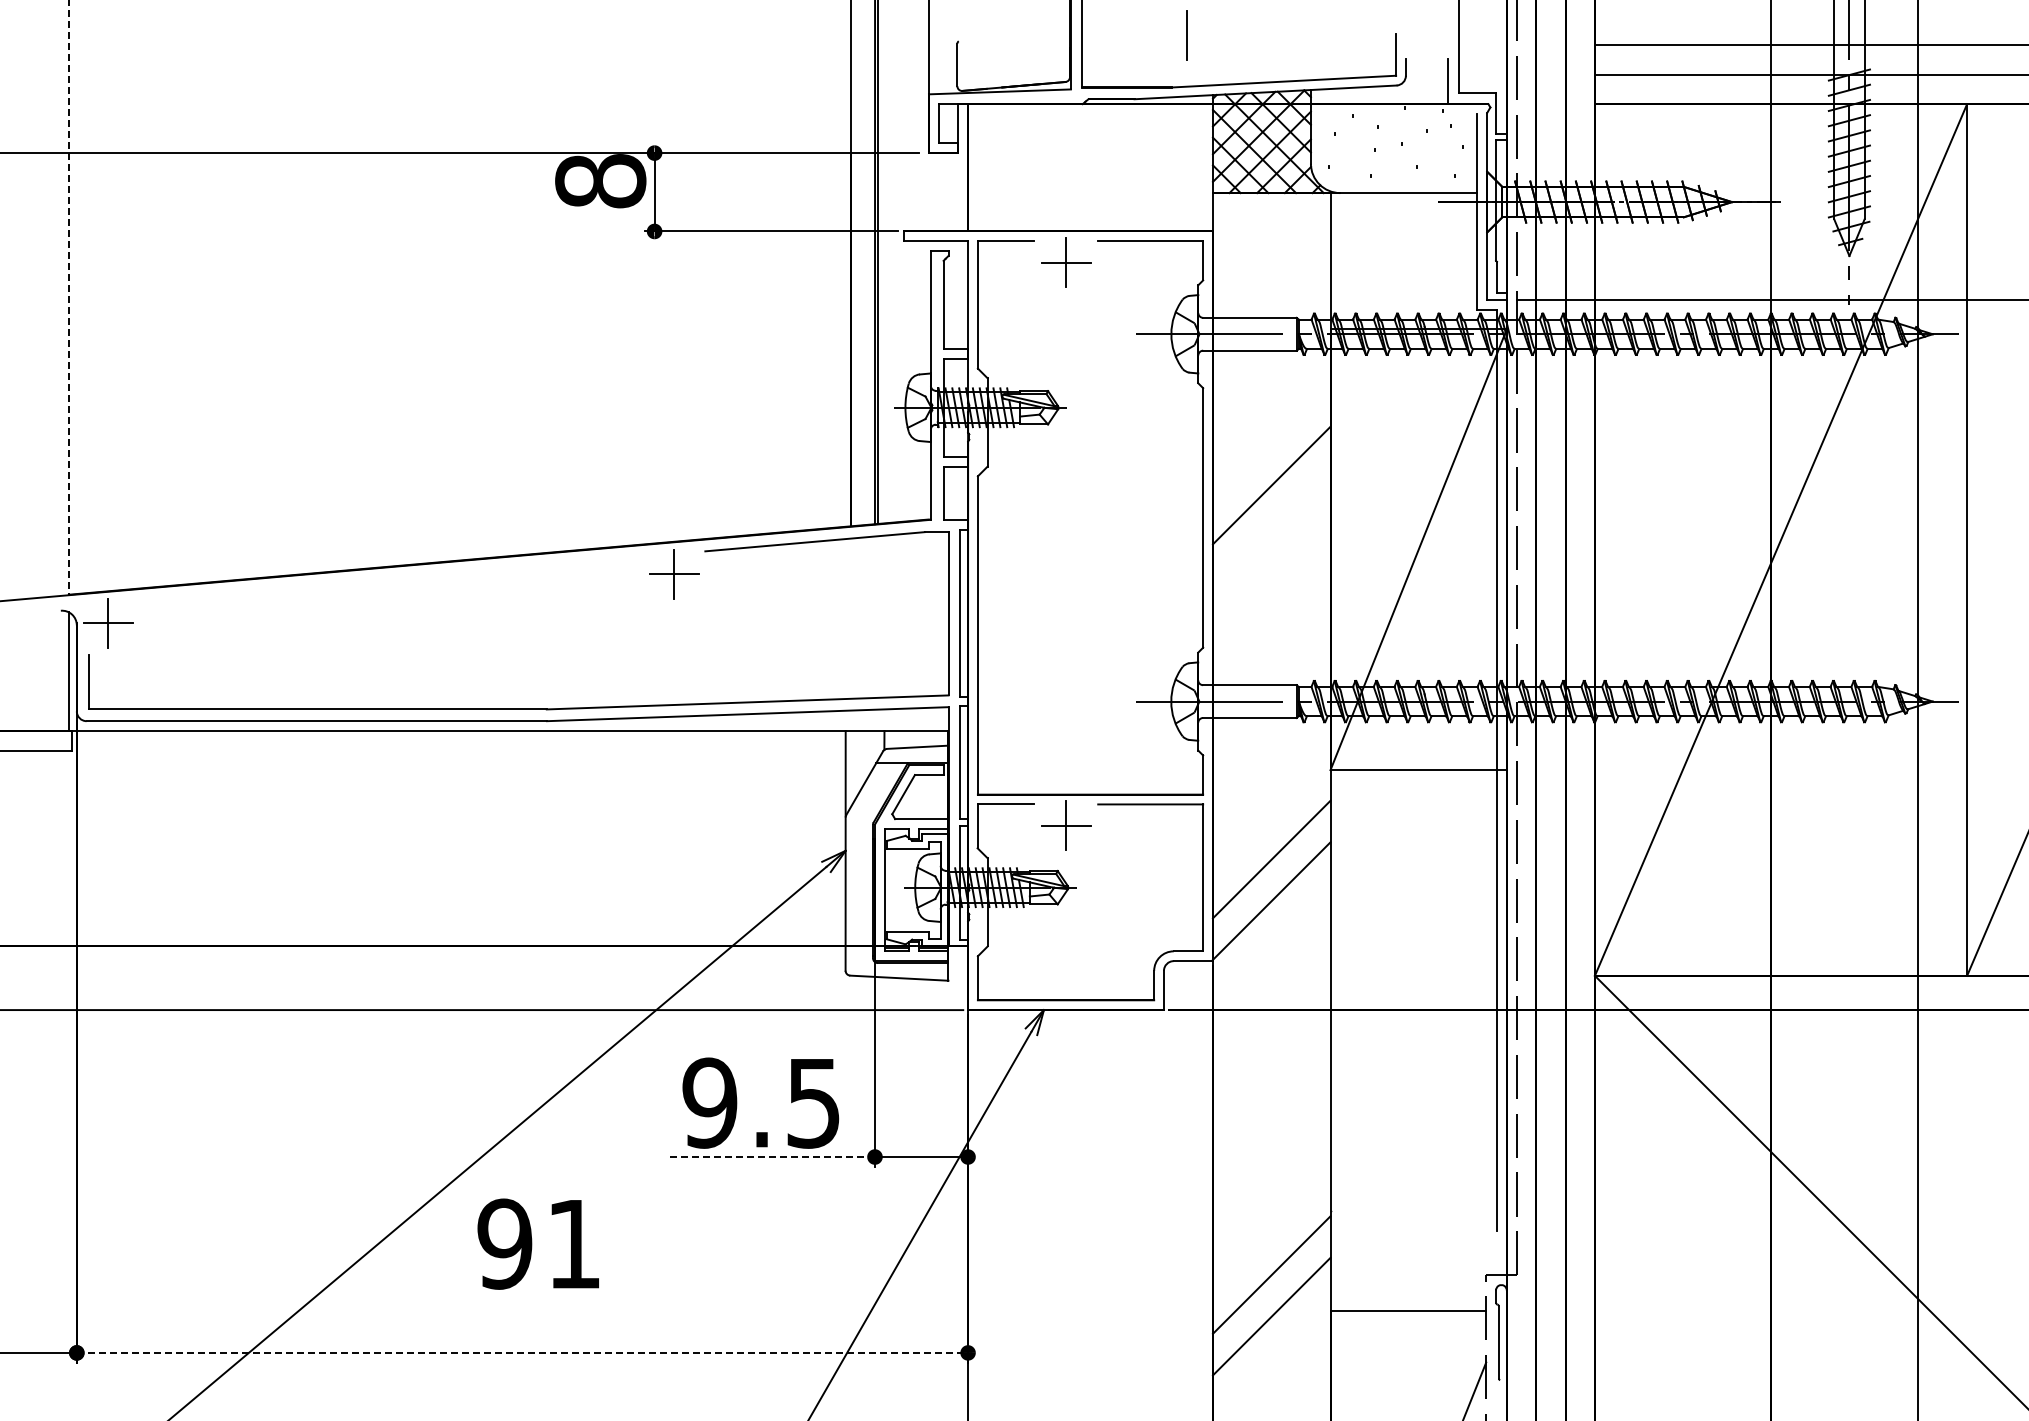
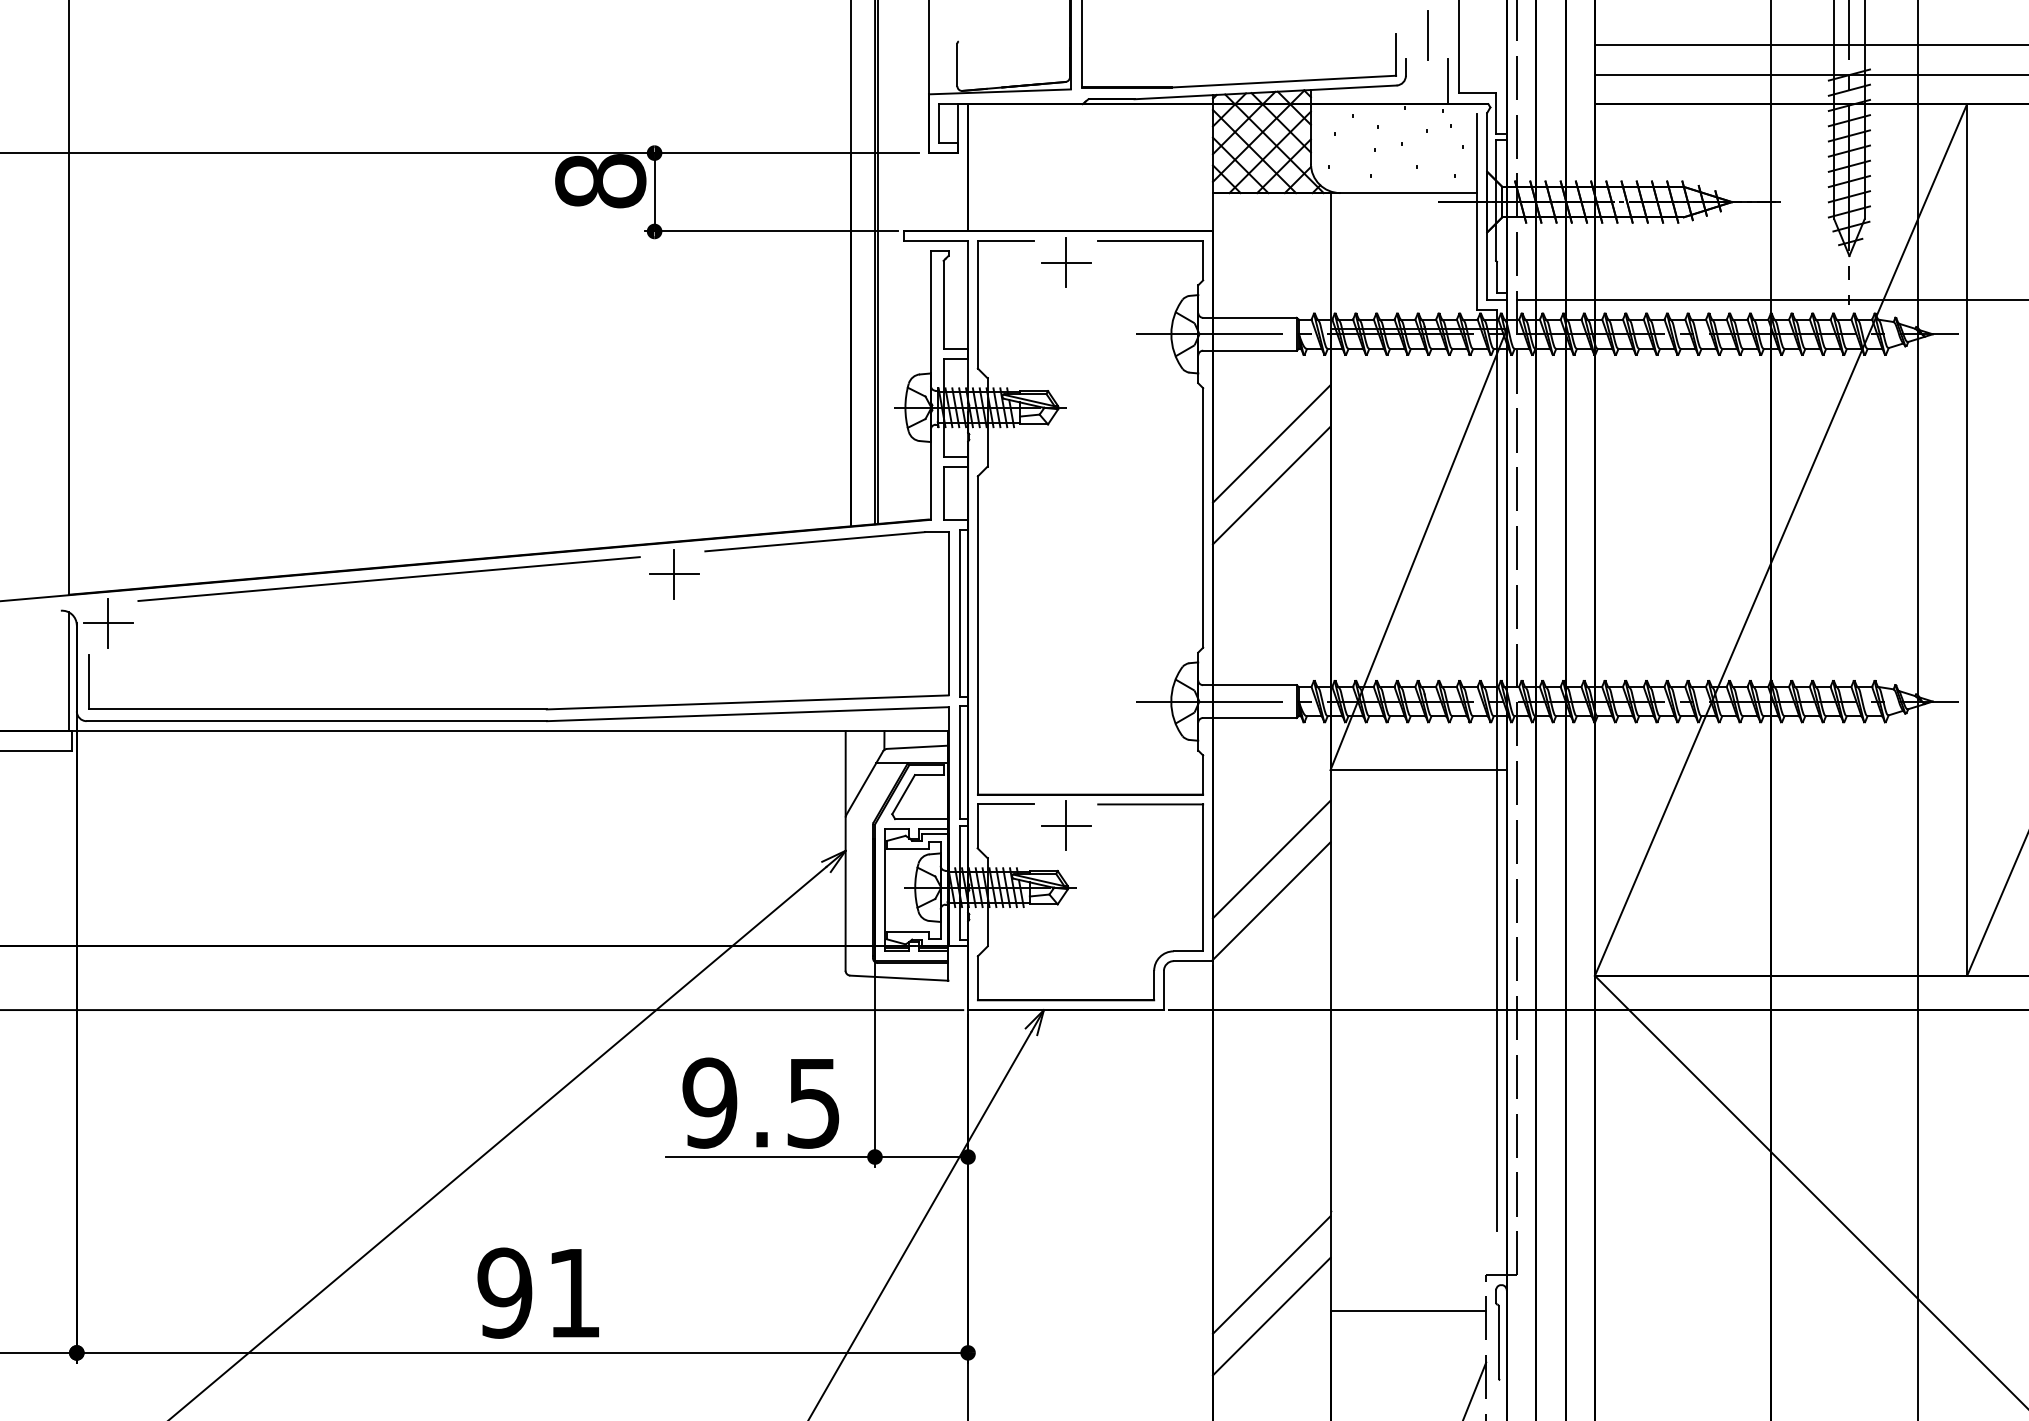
line at (1186, 35) position: (1186, 35) -> (1427, 35)
line at (68, 298): dashed -> solid
line at (1271, 443): none -> present
line at (388, 579): none -> present
line at (770, 1157): dashed -> solid
text at (537, 1243) position: (537, 1243) -> (537, 1292)
line at (522, 1352): dashed -> solid
